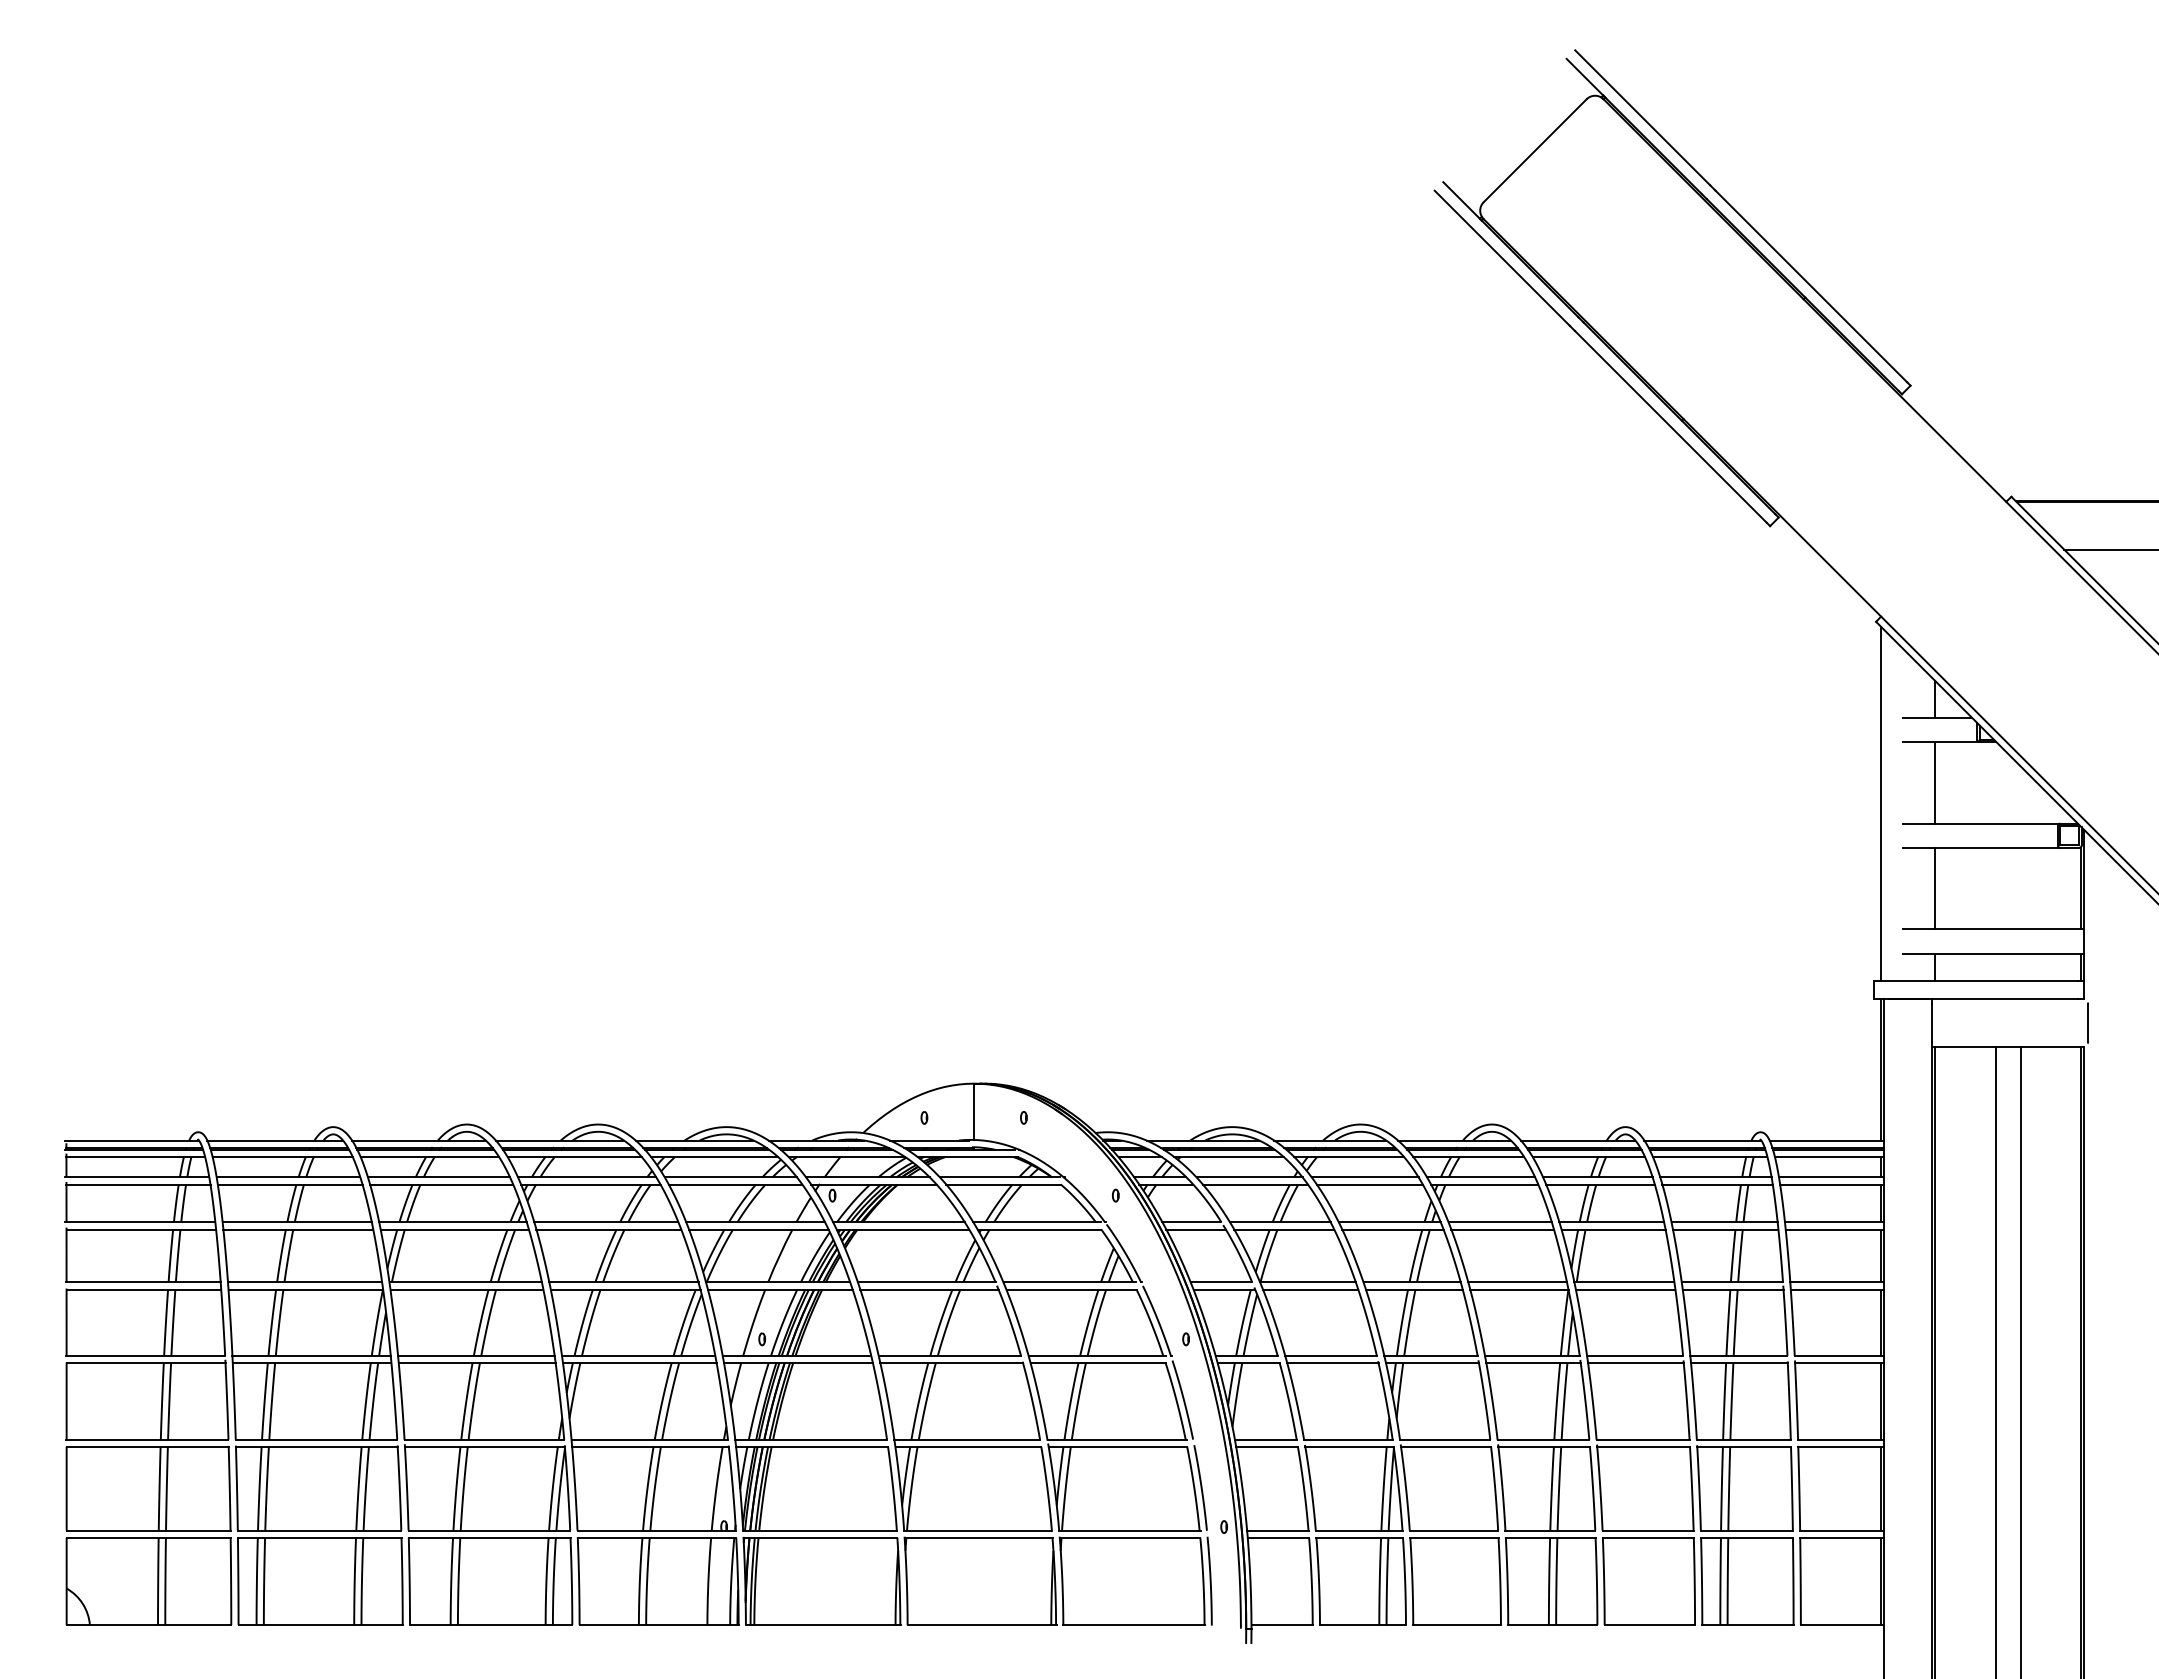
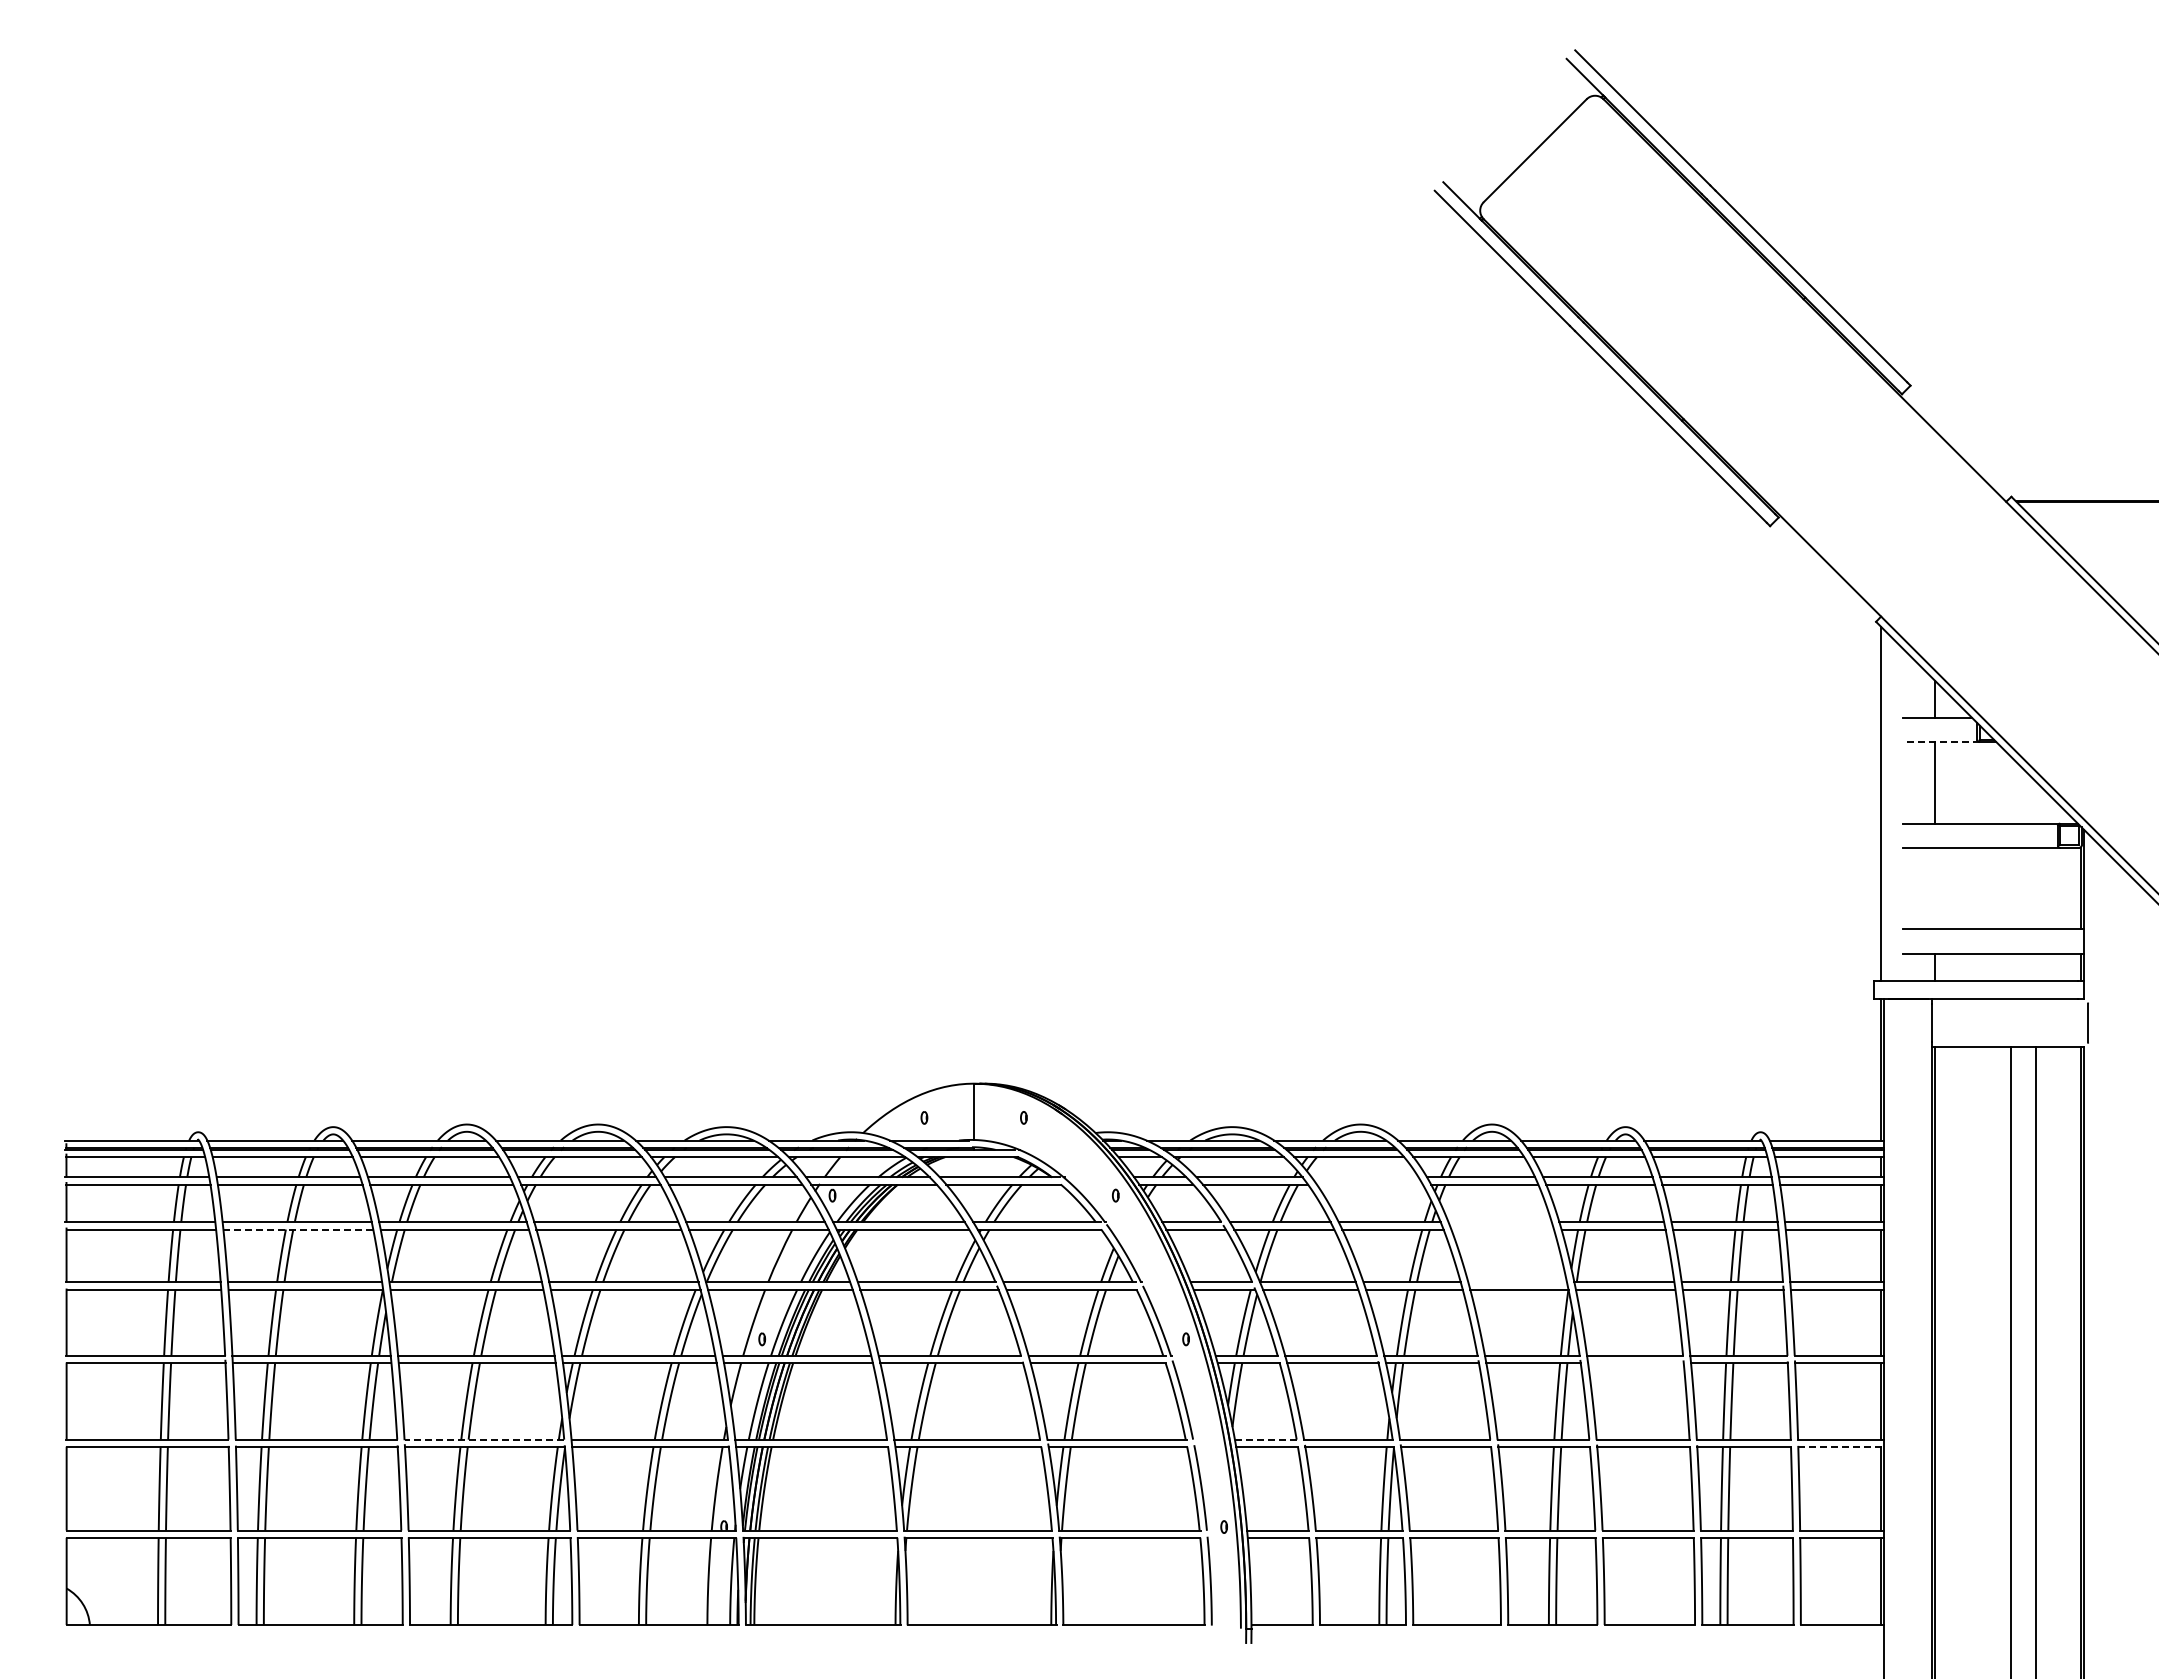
line at (2109, 549): present -> none
line at (1941, 742): solid -> dashed
line at (1935, 888): present -> none
line at (1364, 1177): present -> none
line at (1369, 1184): present -> none
line at (1499, 1222): present -> none
line at (298, 1229): solid -> dashed
line at (1502, 1229): present -> none
line at (1517, 1282): present -> none
line at (1996, 1361) position: (1996, 1361) -> (2011, 1361)
line at (2020, 1361) position: (2020, 1361) -> (2035, 1361)
line at (1635, 1363): present -> none
line at (484, 1439): solid -> dashed
line at (1265, 1439): solid -> dashed
line at (1841, 1446): solid -> dashed
